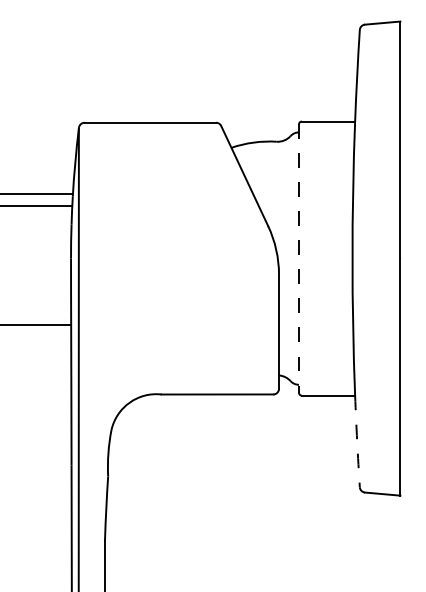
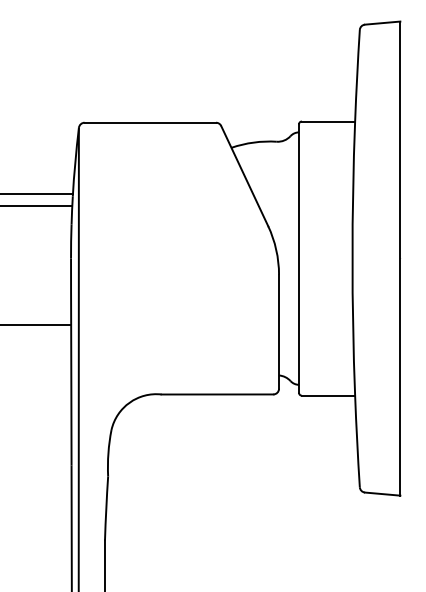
line at (299, 259): dashed -> solid
arc at (357, 441): dashed -> solid
